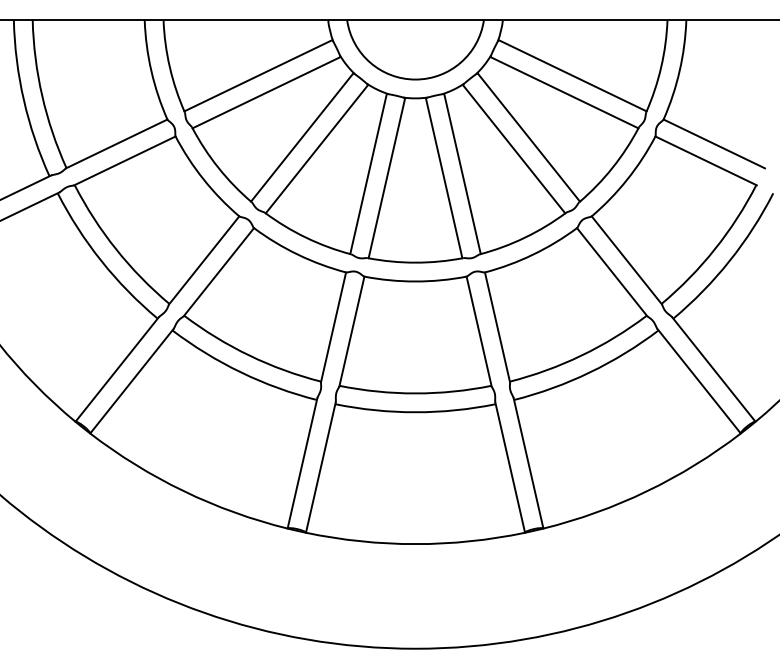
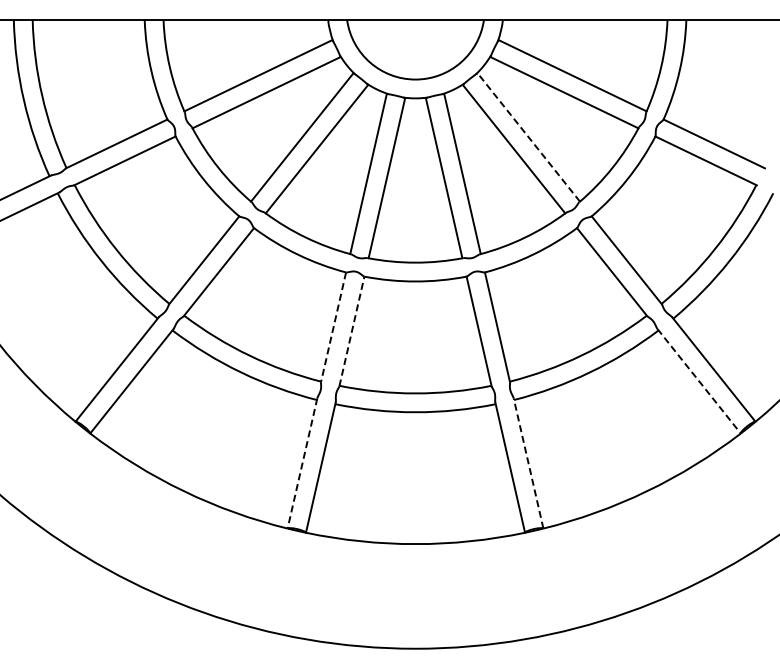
line at (528, 137): solid -> dashed
line at (333, 327): solid -> dashed
line at (352, 331): solid -> dashed
line at (699, 381): solid -> dashed
line at (302, 463): solid -> dashed
line at (528, 463): solid -> dashed
